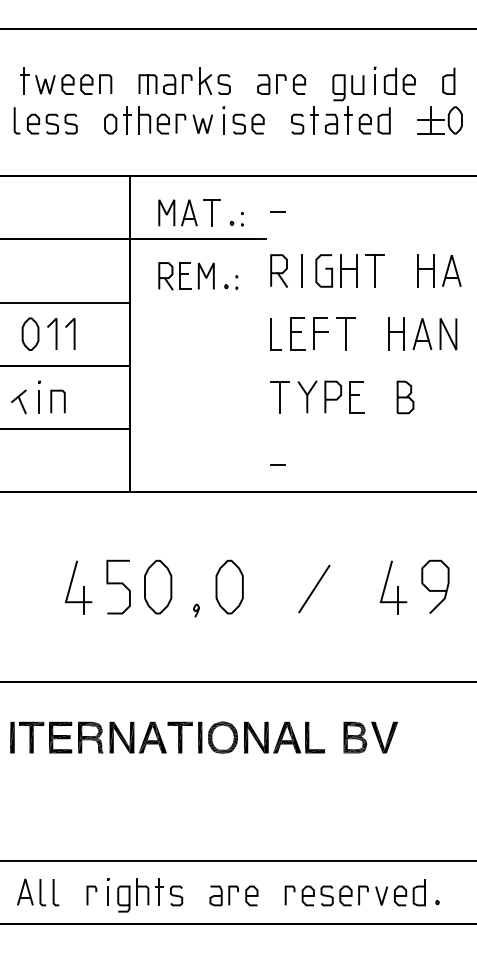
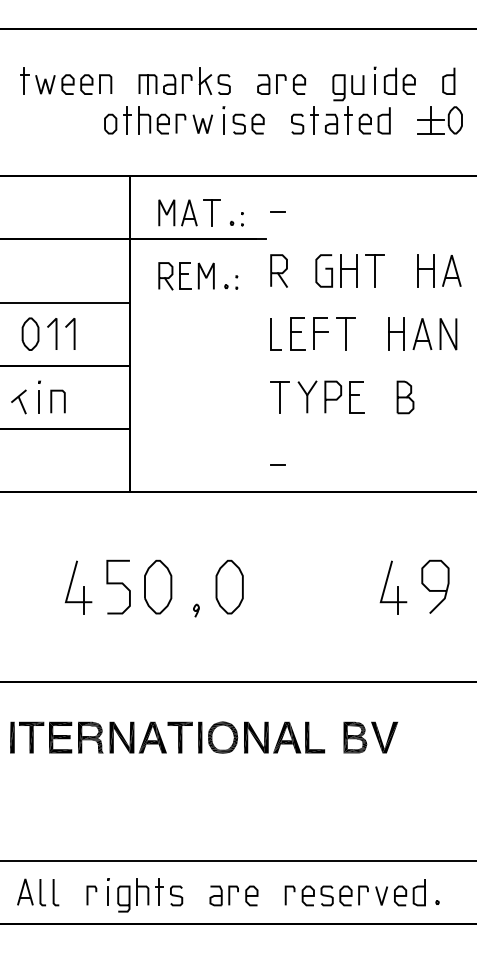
part at (45, 120): present -> none
line at (301, 270): present -> none
line at (314, 588): present -> none
